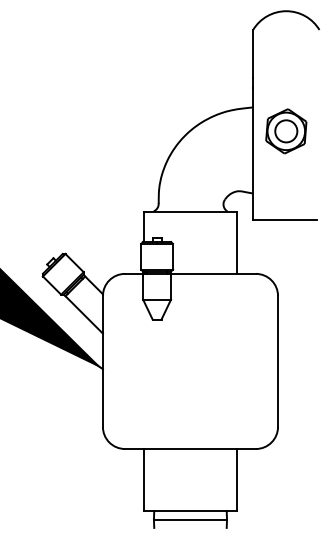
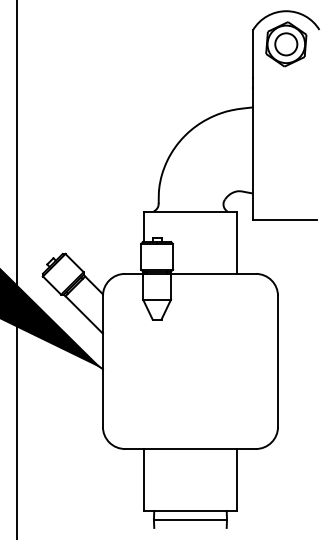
part at (286, 131) position: (286, 131) -> (286, 44)
line at (17, 269): none -> present
